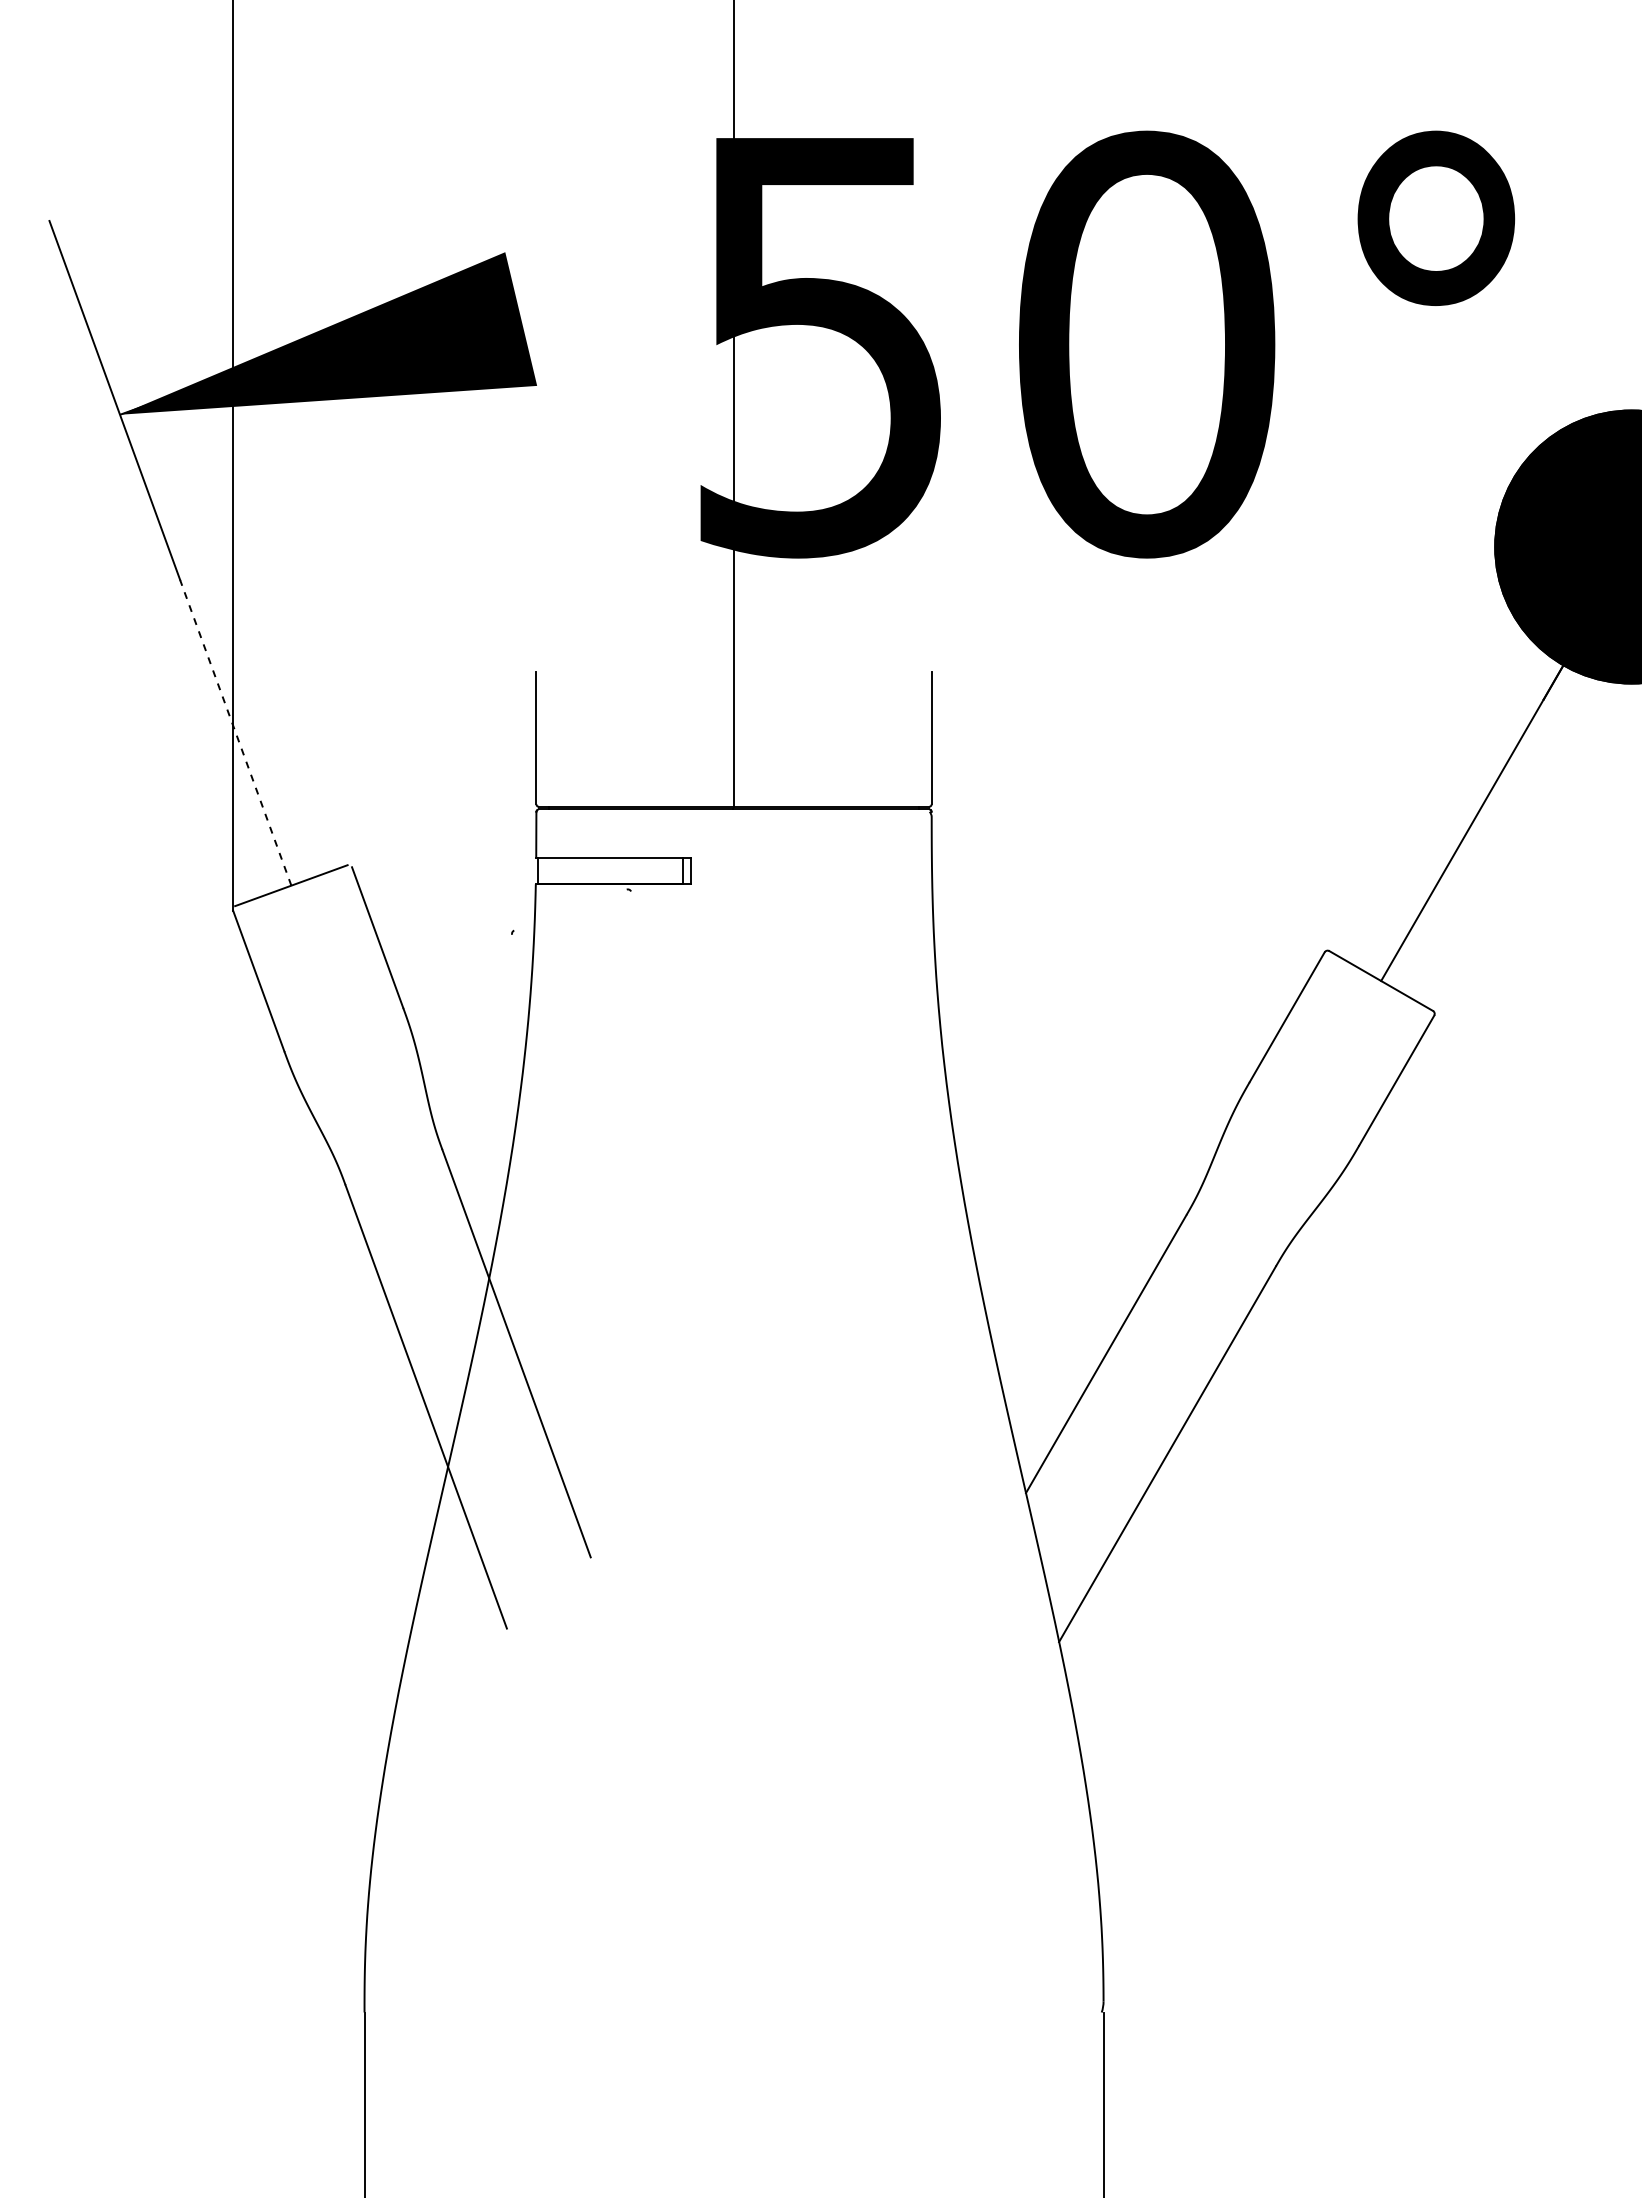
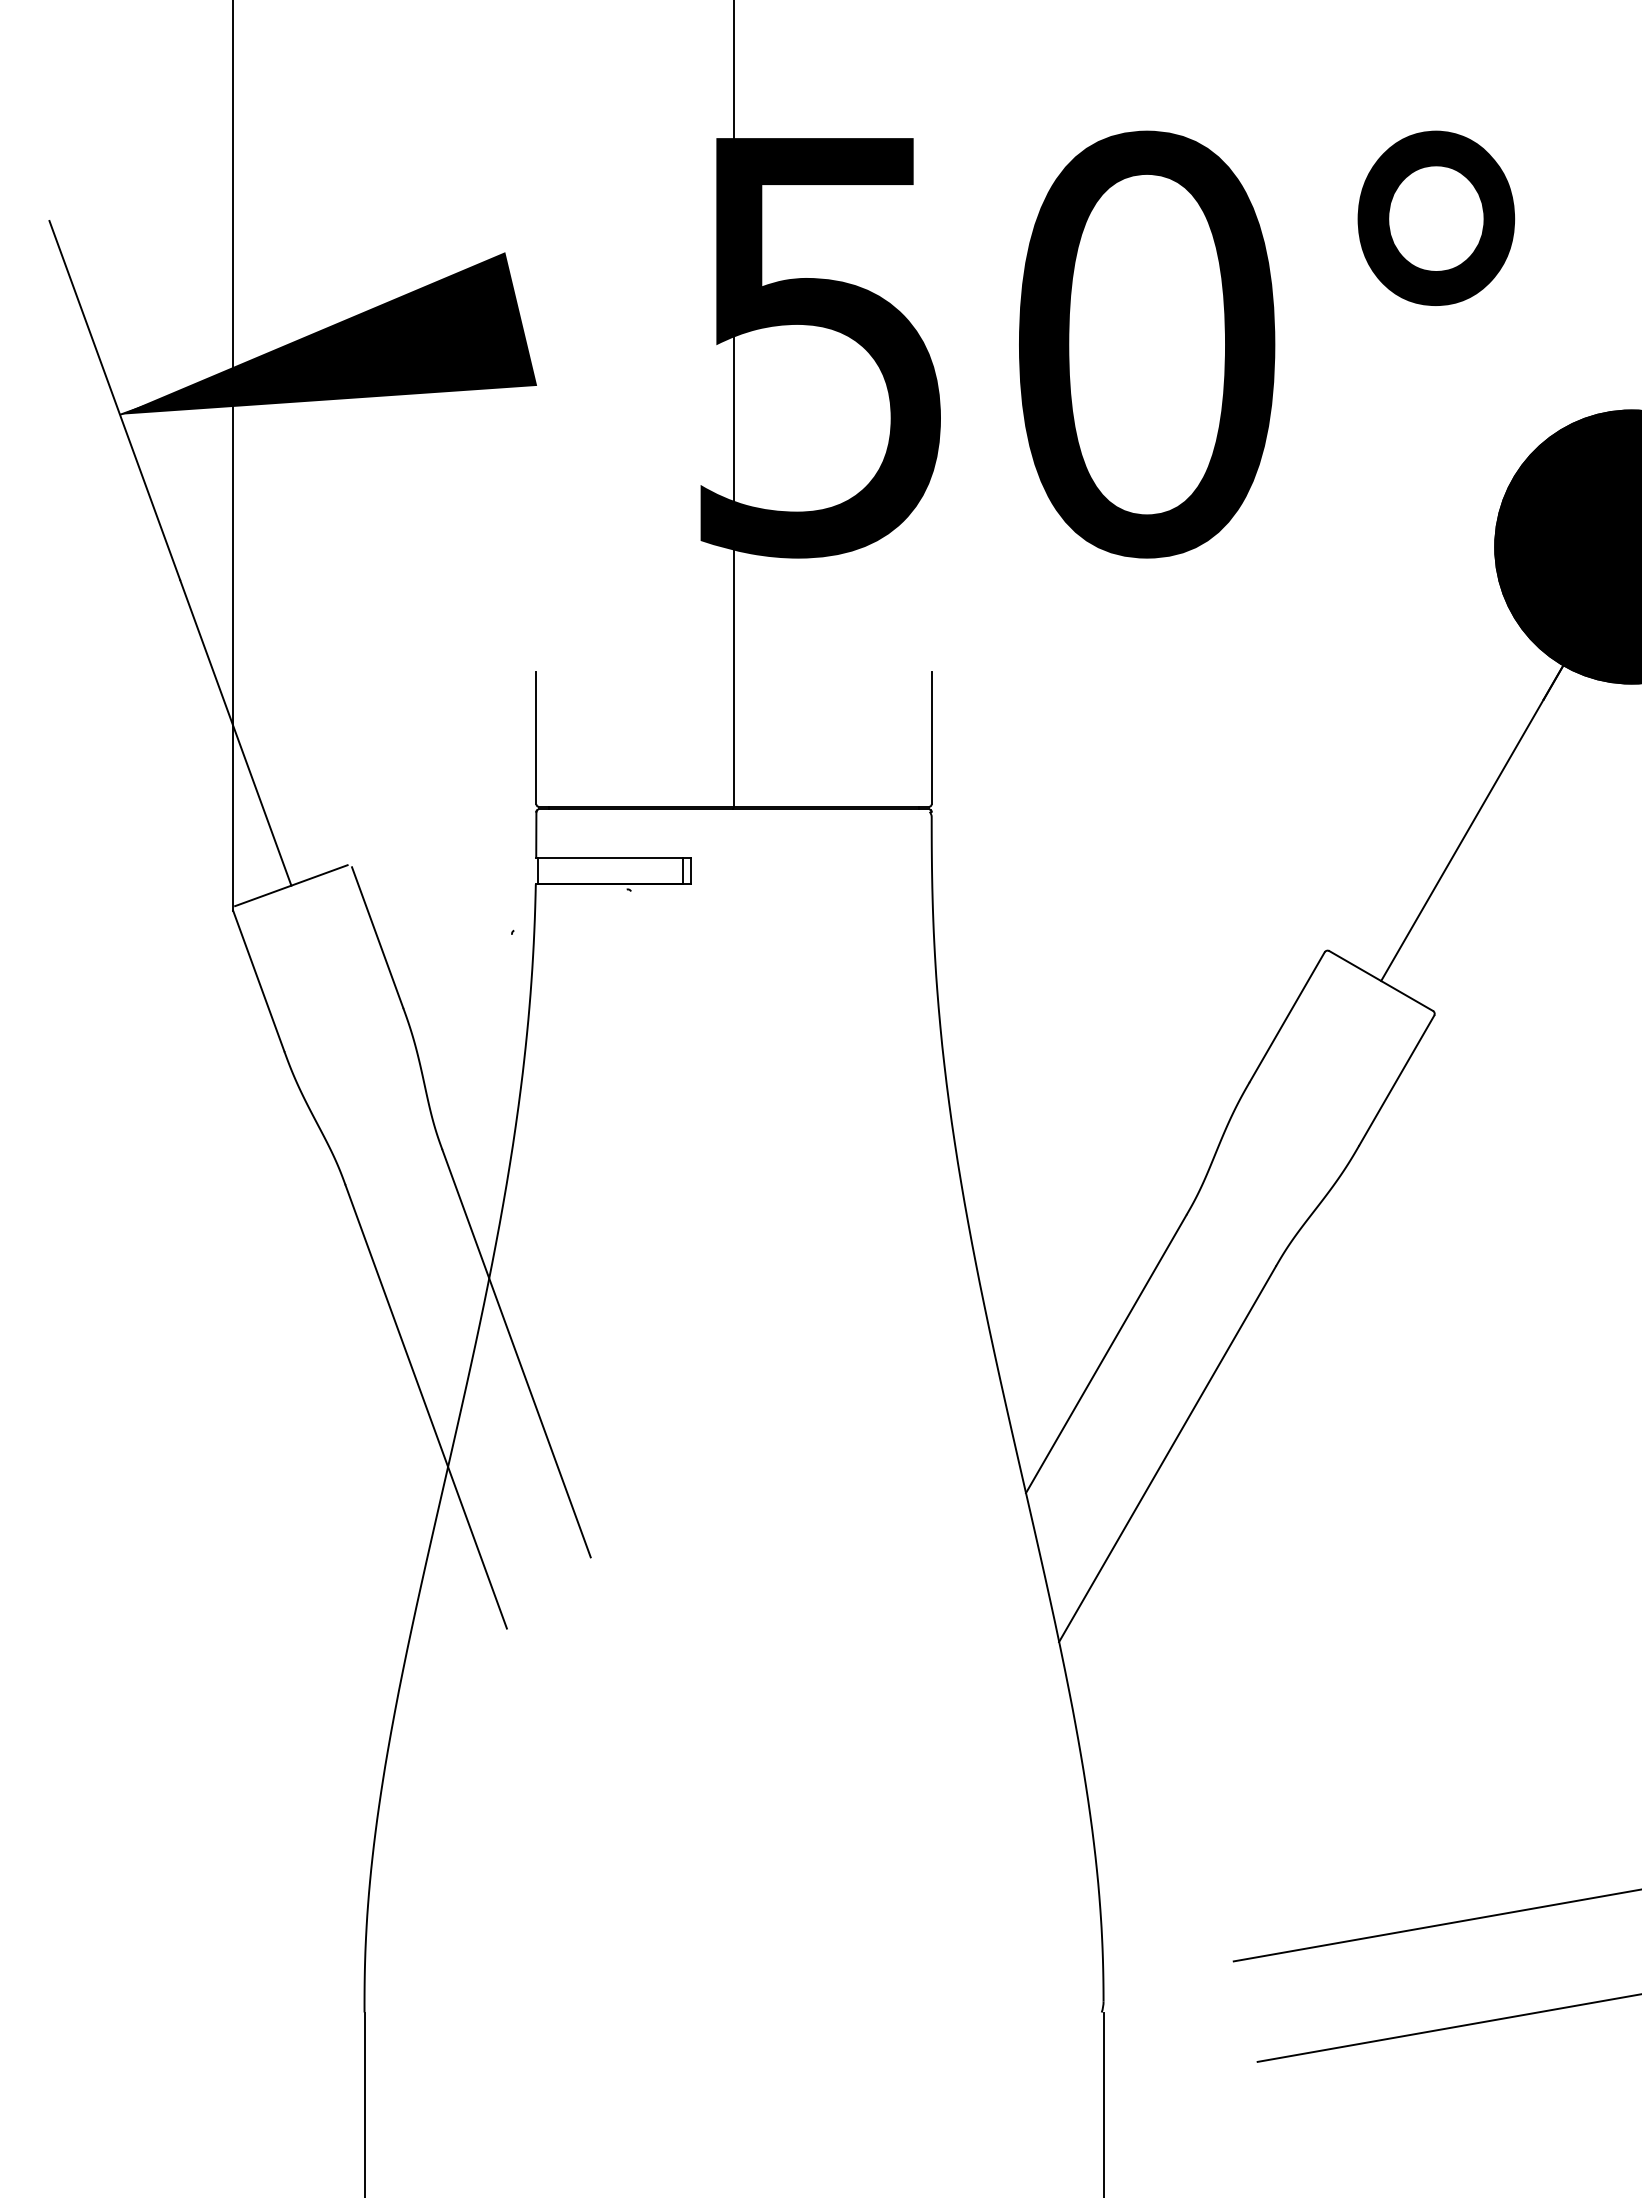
line at (235, 732): dashed -> solid
line at (1435, 1925): none -> present
line at (1447, 2027): none -> present
